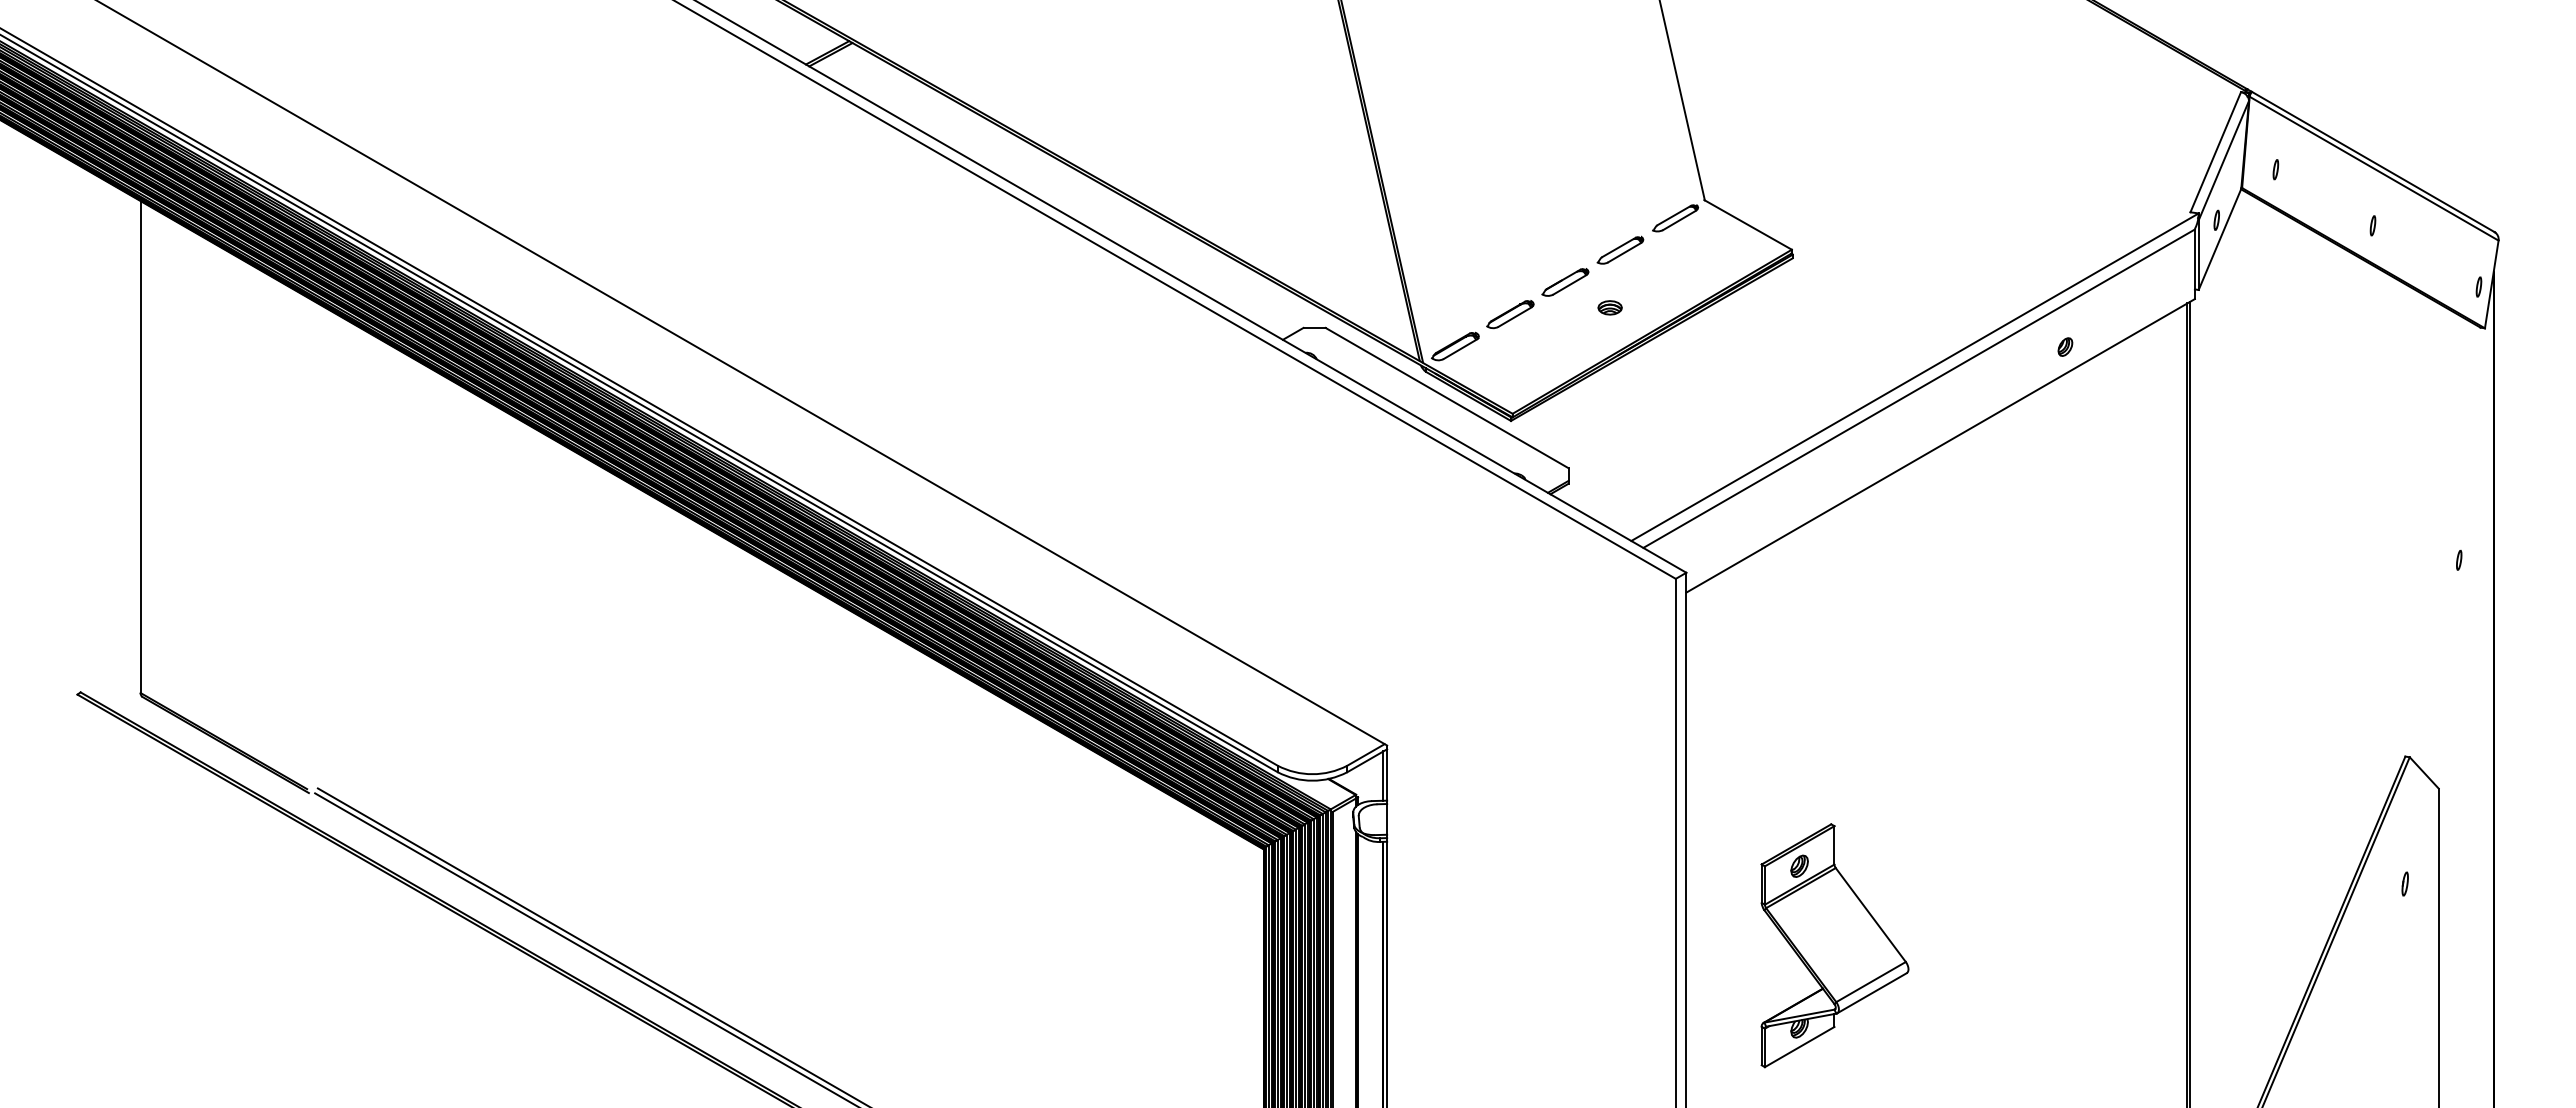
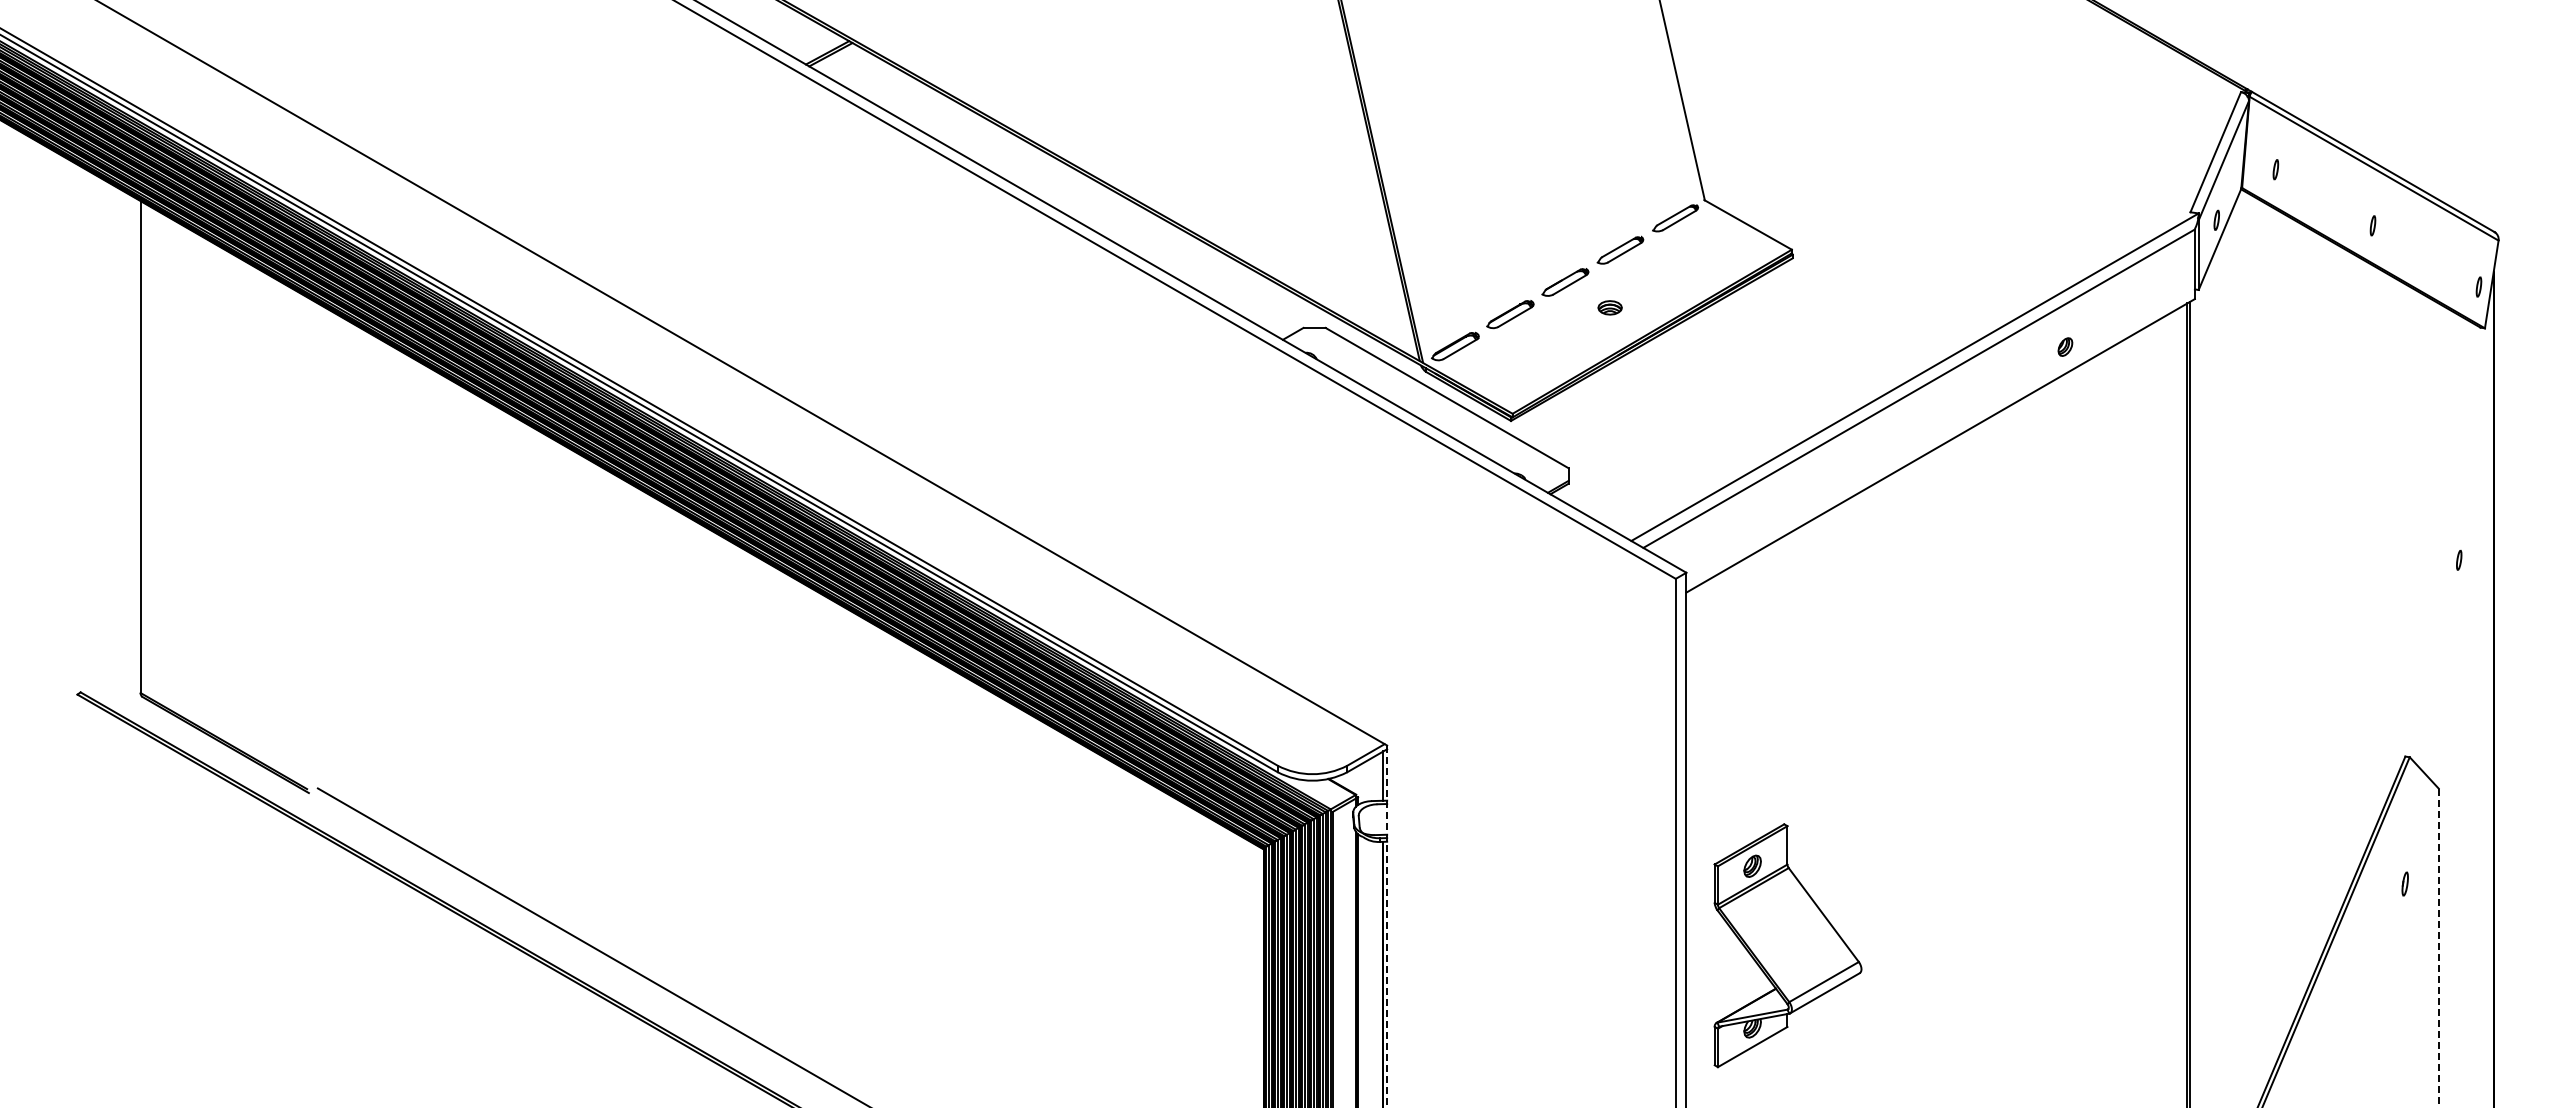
line at (1387, 926): solid -> dashed
part at (1834, 945) position: (1834, 945) -> (1787, 945)
line at (584, 948): present -> none
line at (2438, 948): solid -> dashed
